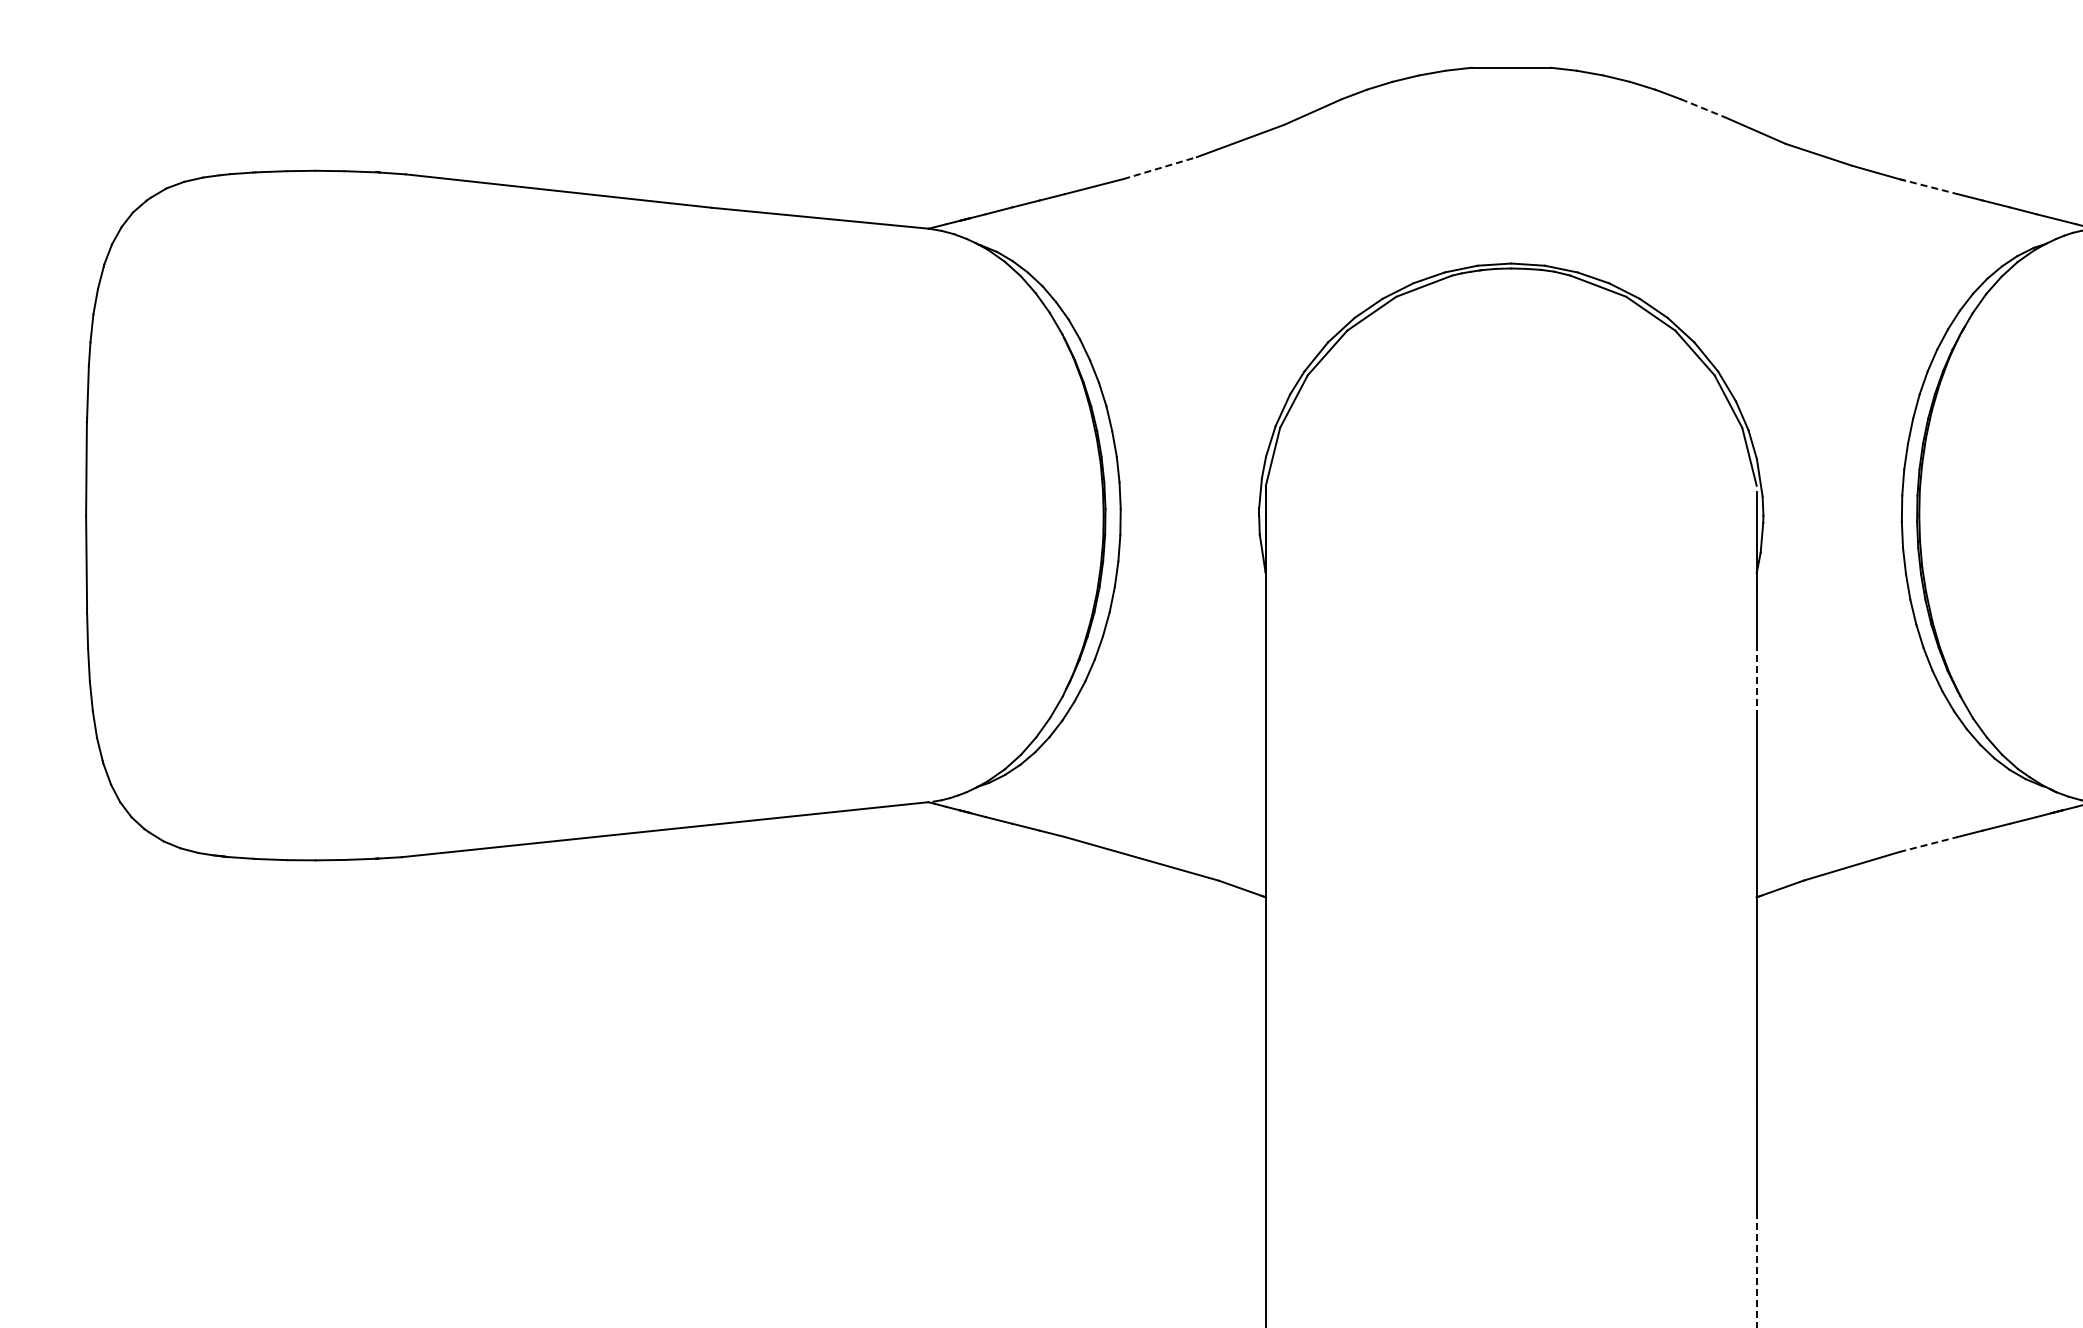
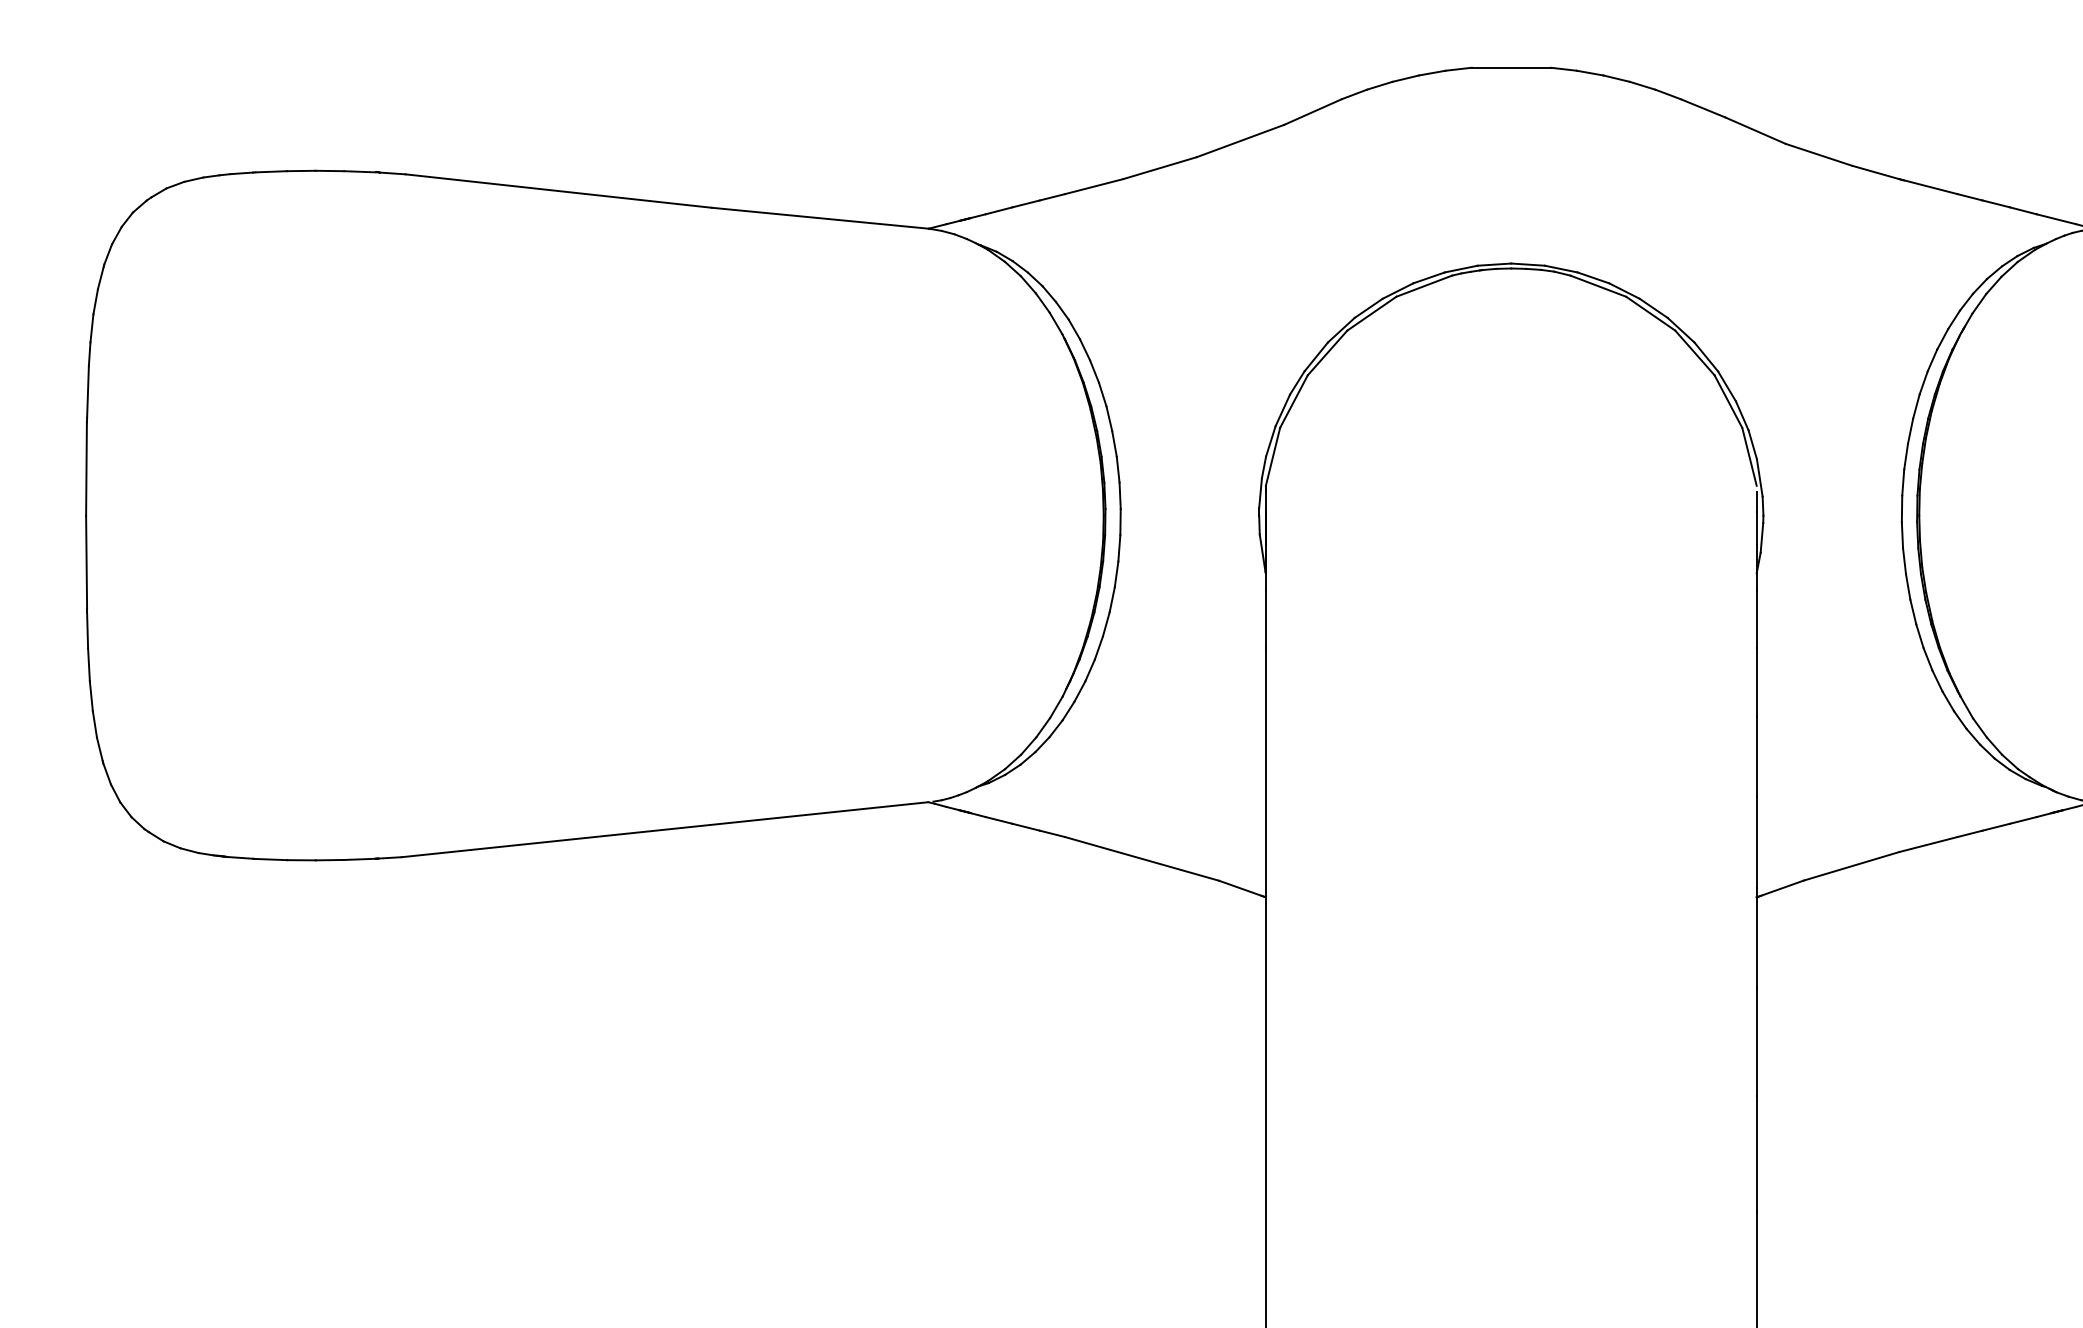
line at (1703, 108): dashed -> solid
line at (1160, 167): dashed -> solid
line at (1928, 186): dashed -> solid
line at (1756, 682): dashed -> solid
line at (1928, 844): dashed -> solid
line at (1756, 1269): dashed -> solid
